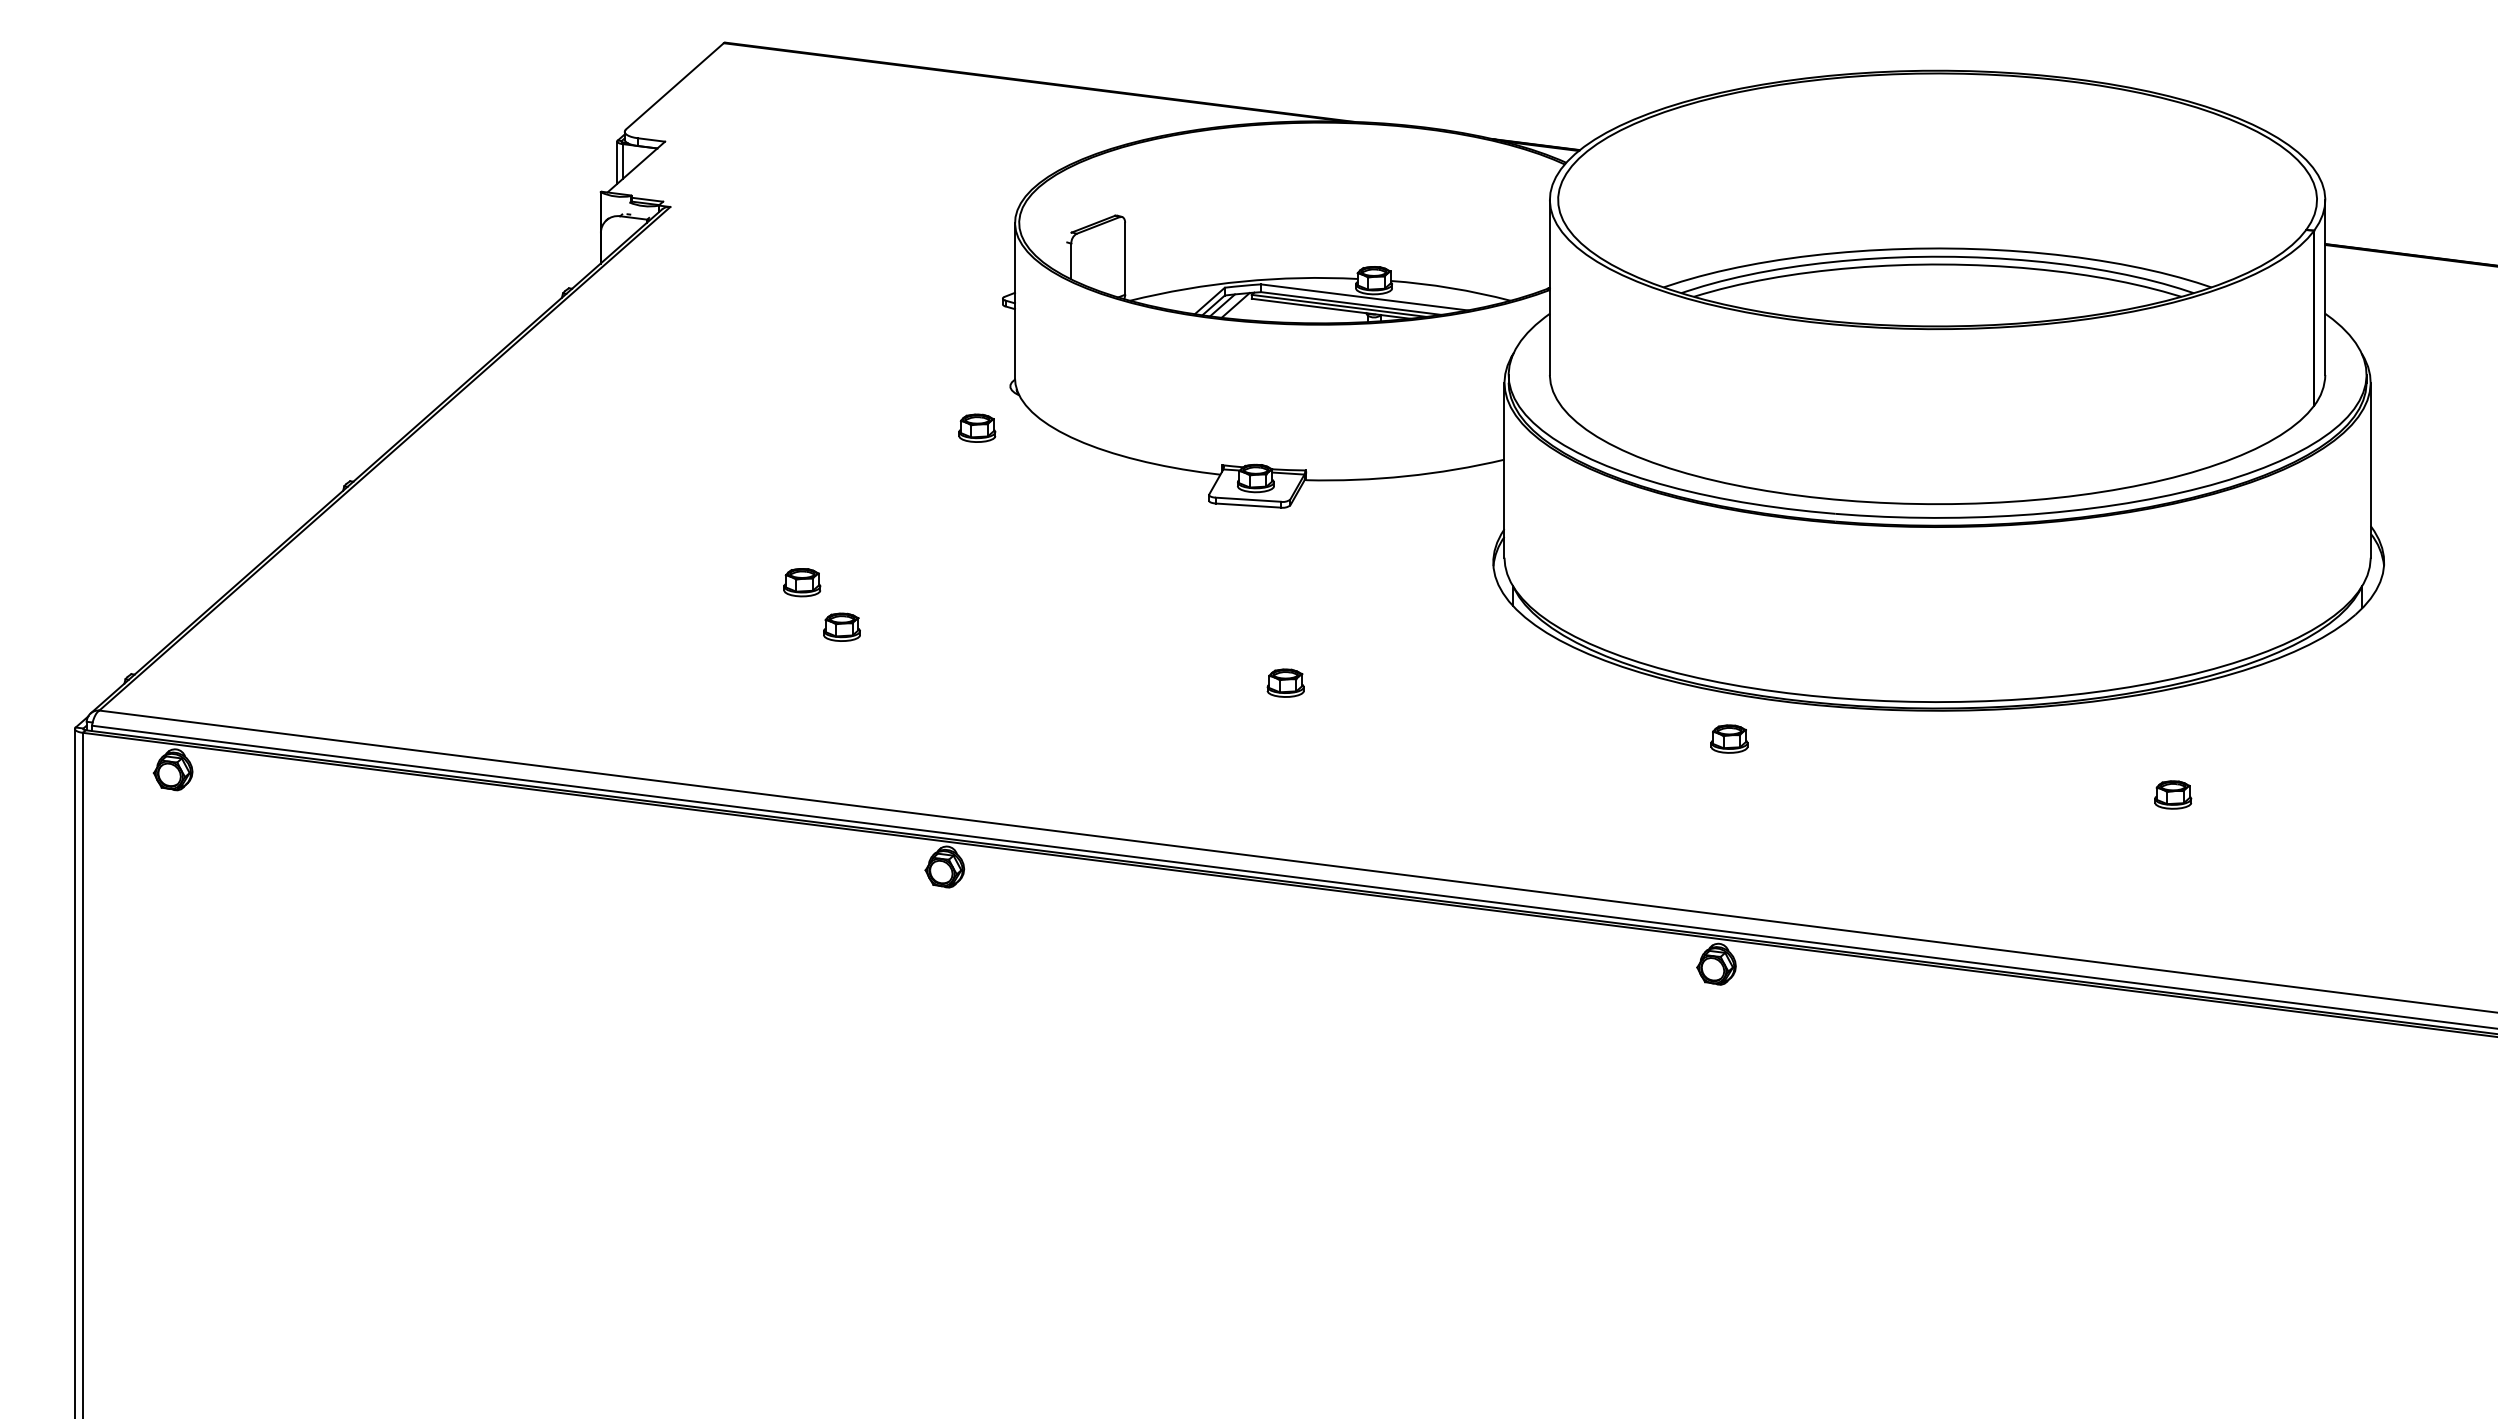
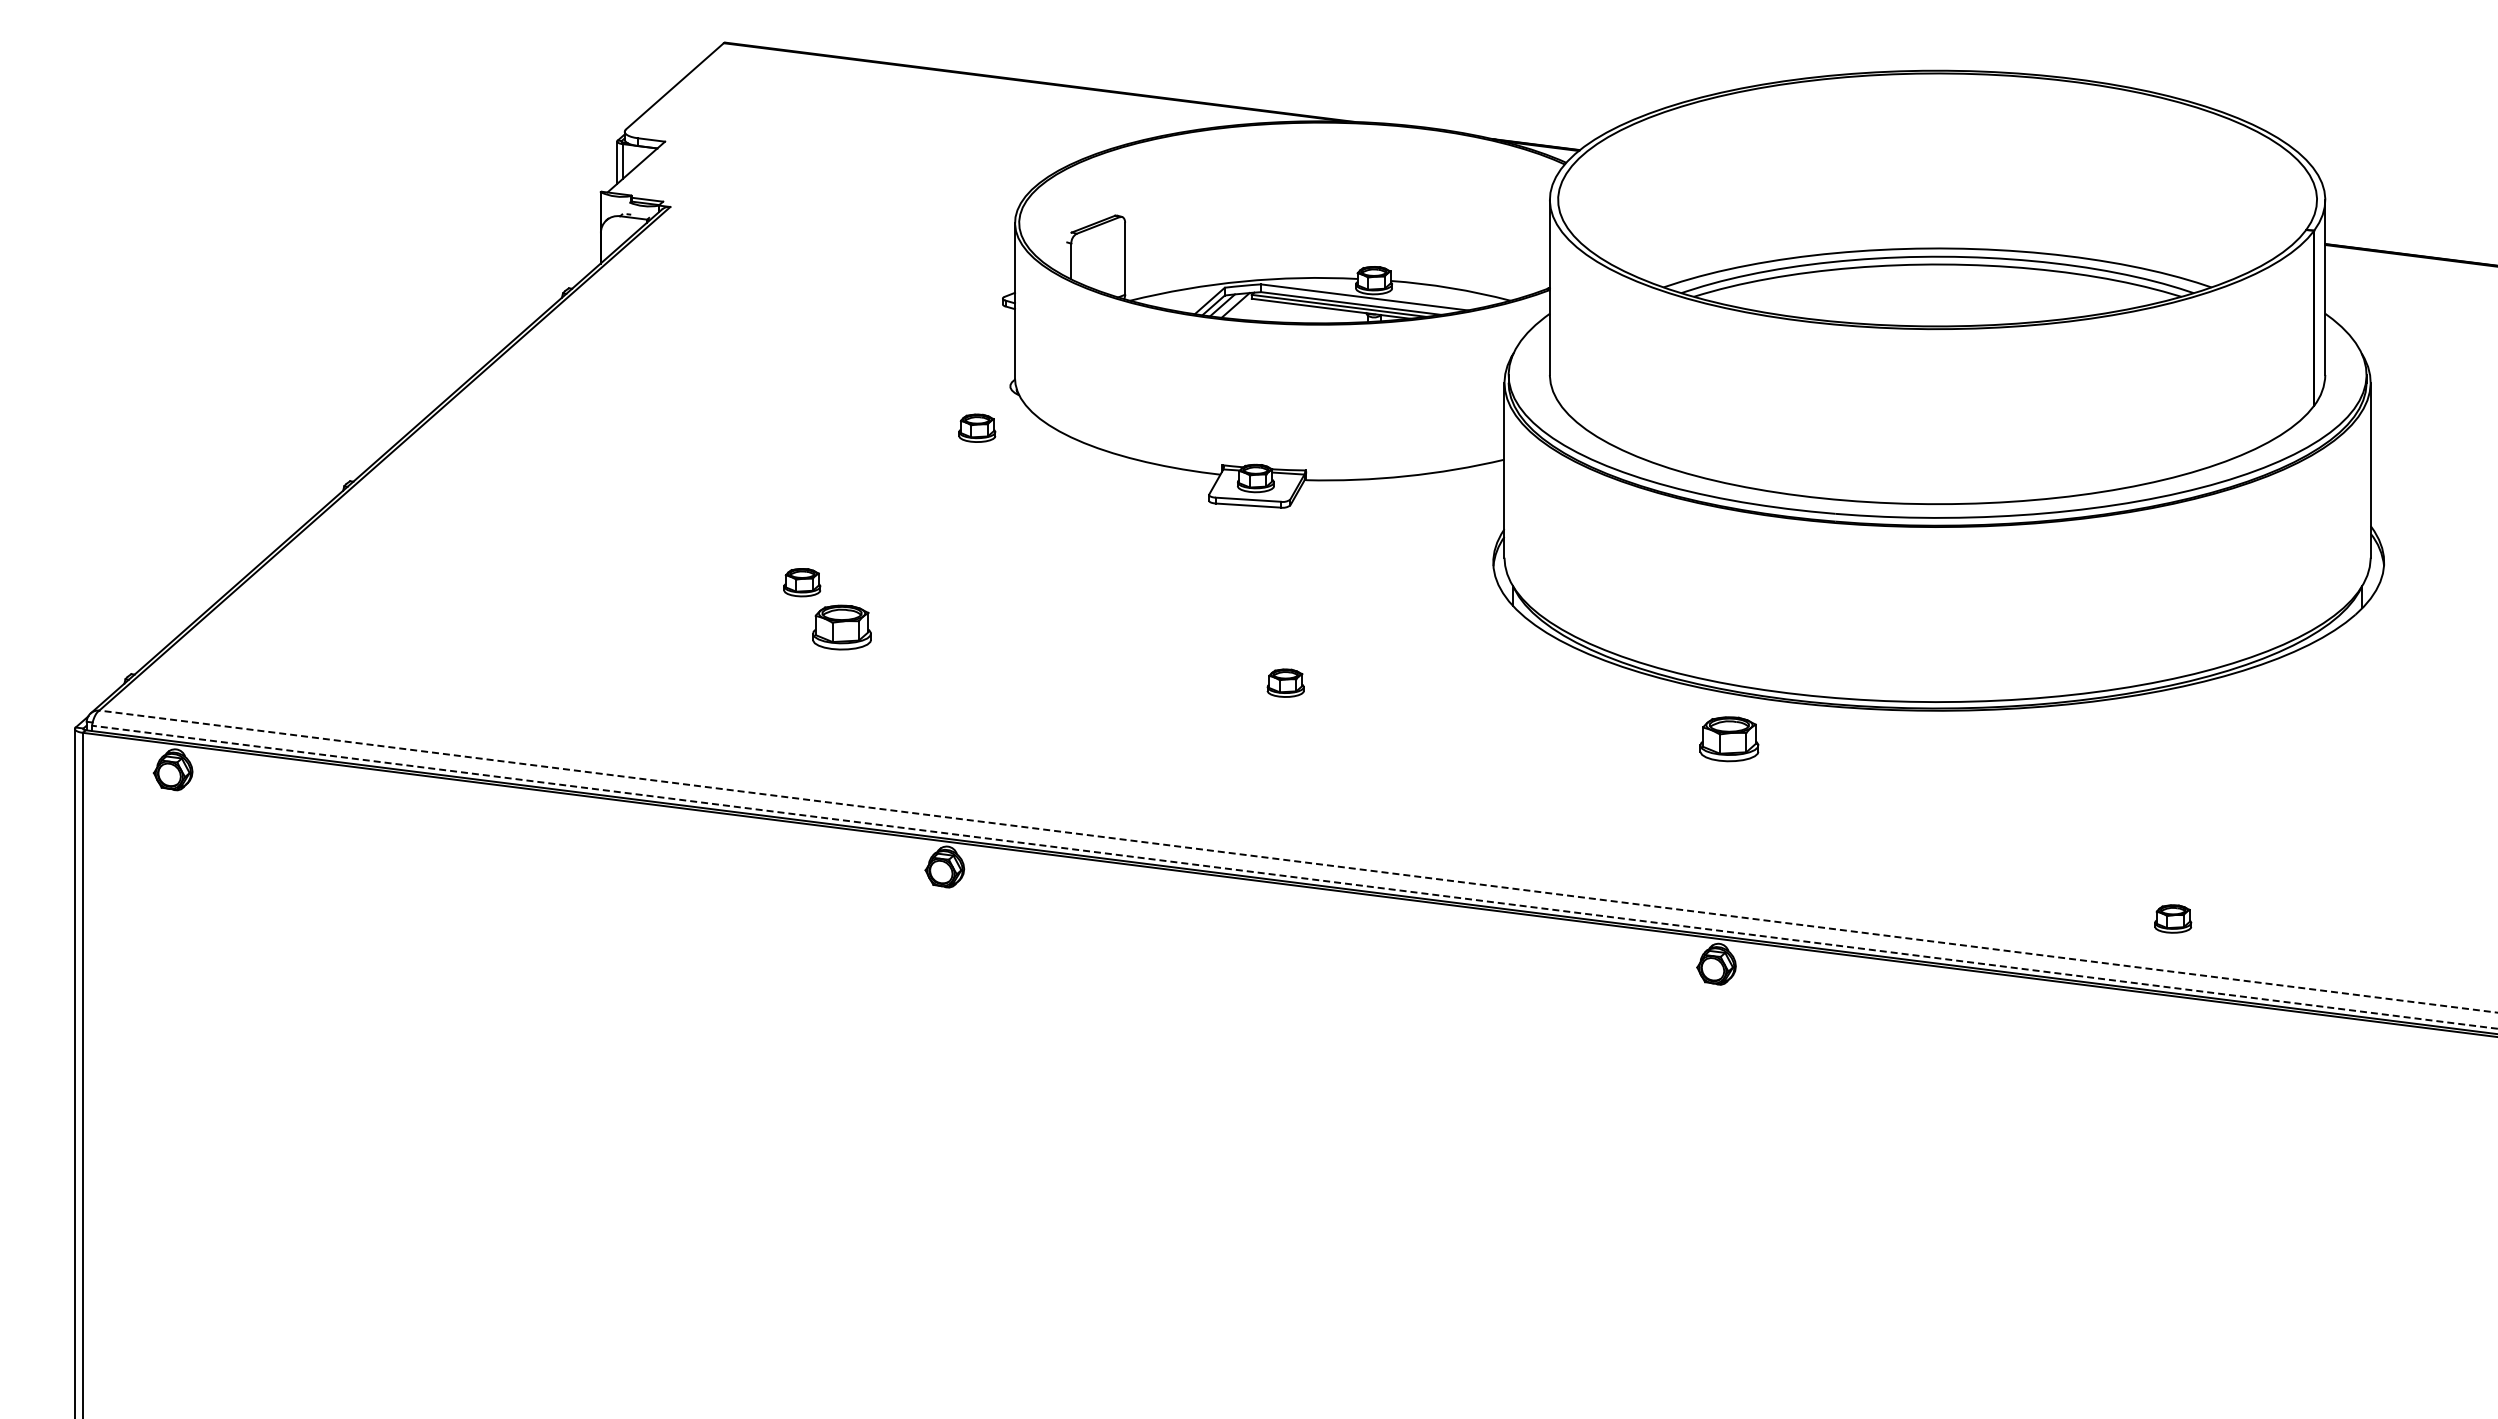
part at (841, 626) size: 38x30 px -> 60x47 px
part at (1729, 738) size: 39x30 px -> 61x47 px
part at (2173, 794) position: (2173, 794) -> (2173, 918)
line at (1298, 861): solid -> dashed
line at (1294, 877): solid -> dashed
